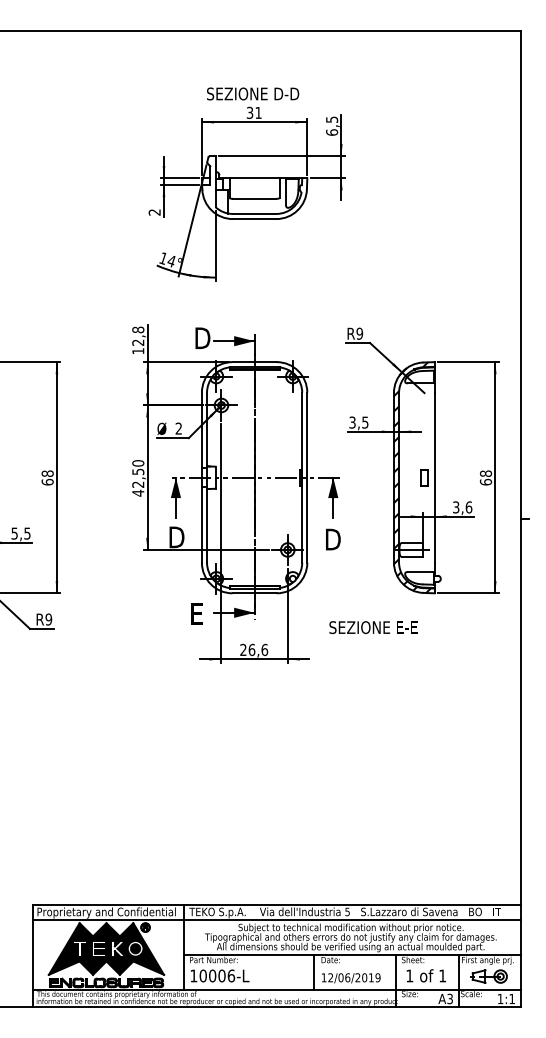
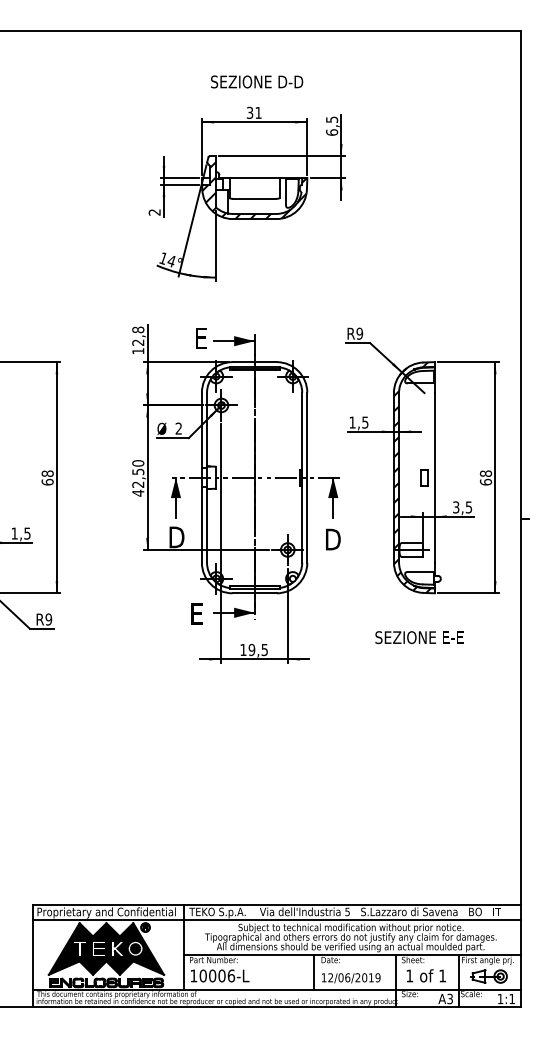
text at (253, 93) position: (253, 93) -> (257, 81)
hatch at (254, 190): none -> present
text at (202, 338): D -> E
text at (352, 422): 3,5 -> 1,5
text at (468, 507): 3,6 -> 3,5
text at (14, 533): 5,5 -> 1,5
text at (373, 627) position: (373, 627) -> (419, 637)
text at (254, 649): 26,6 -> 19,5
